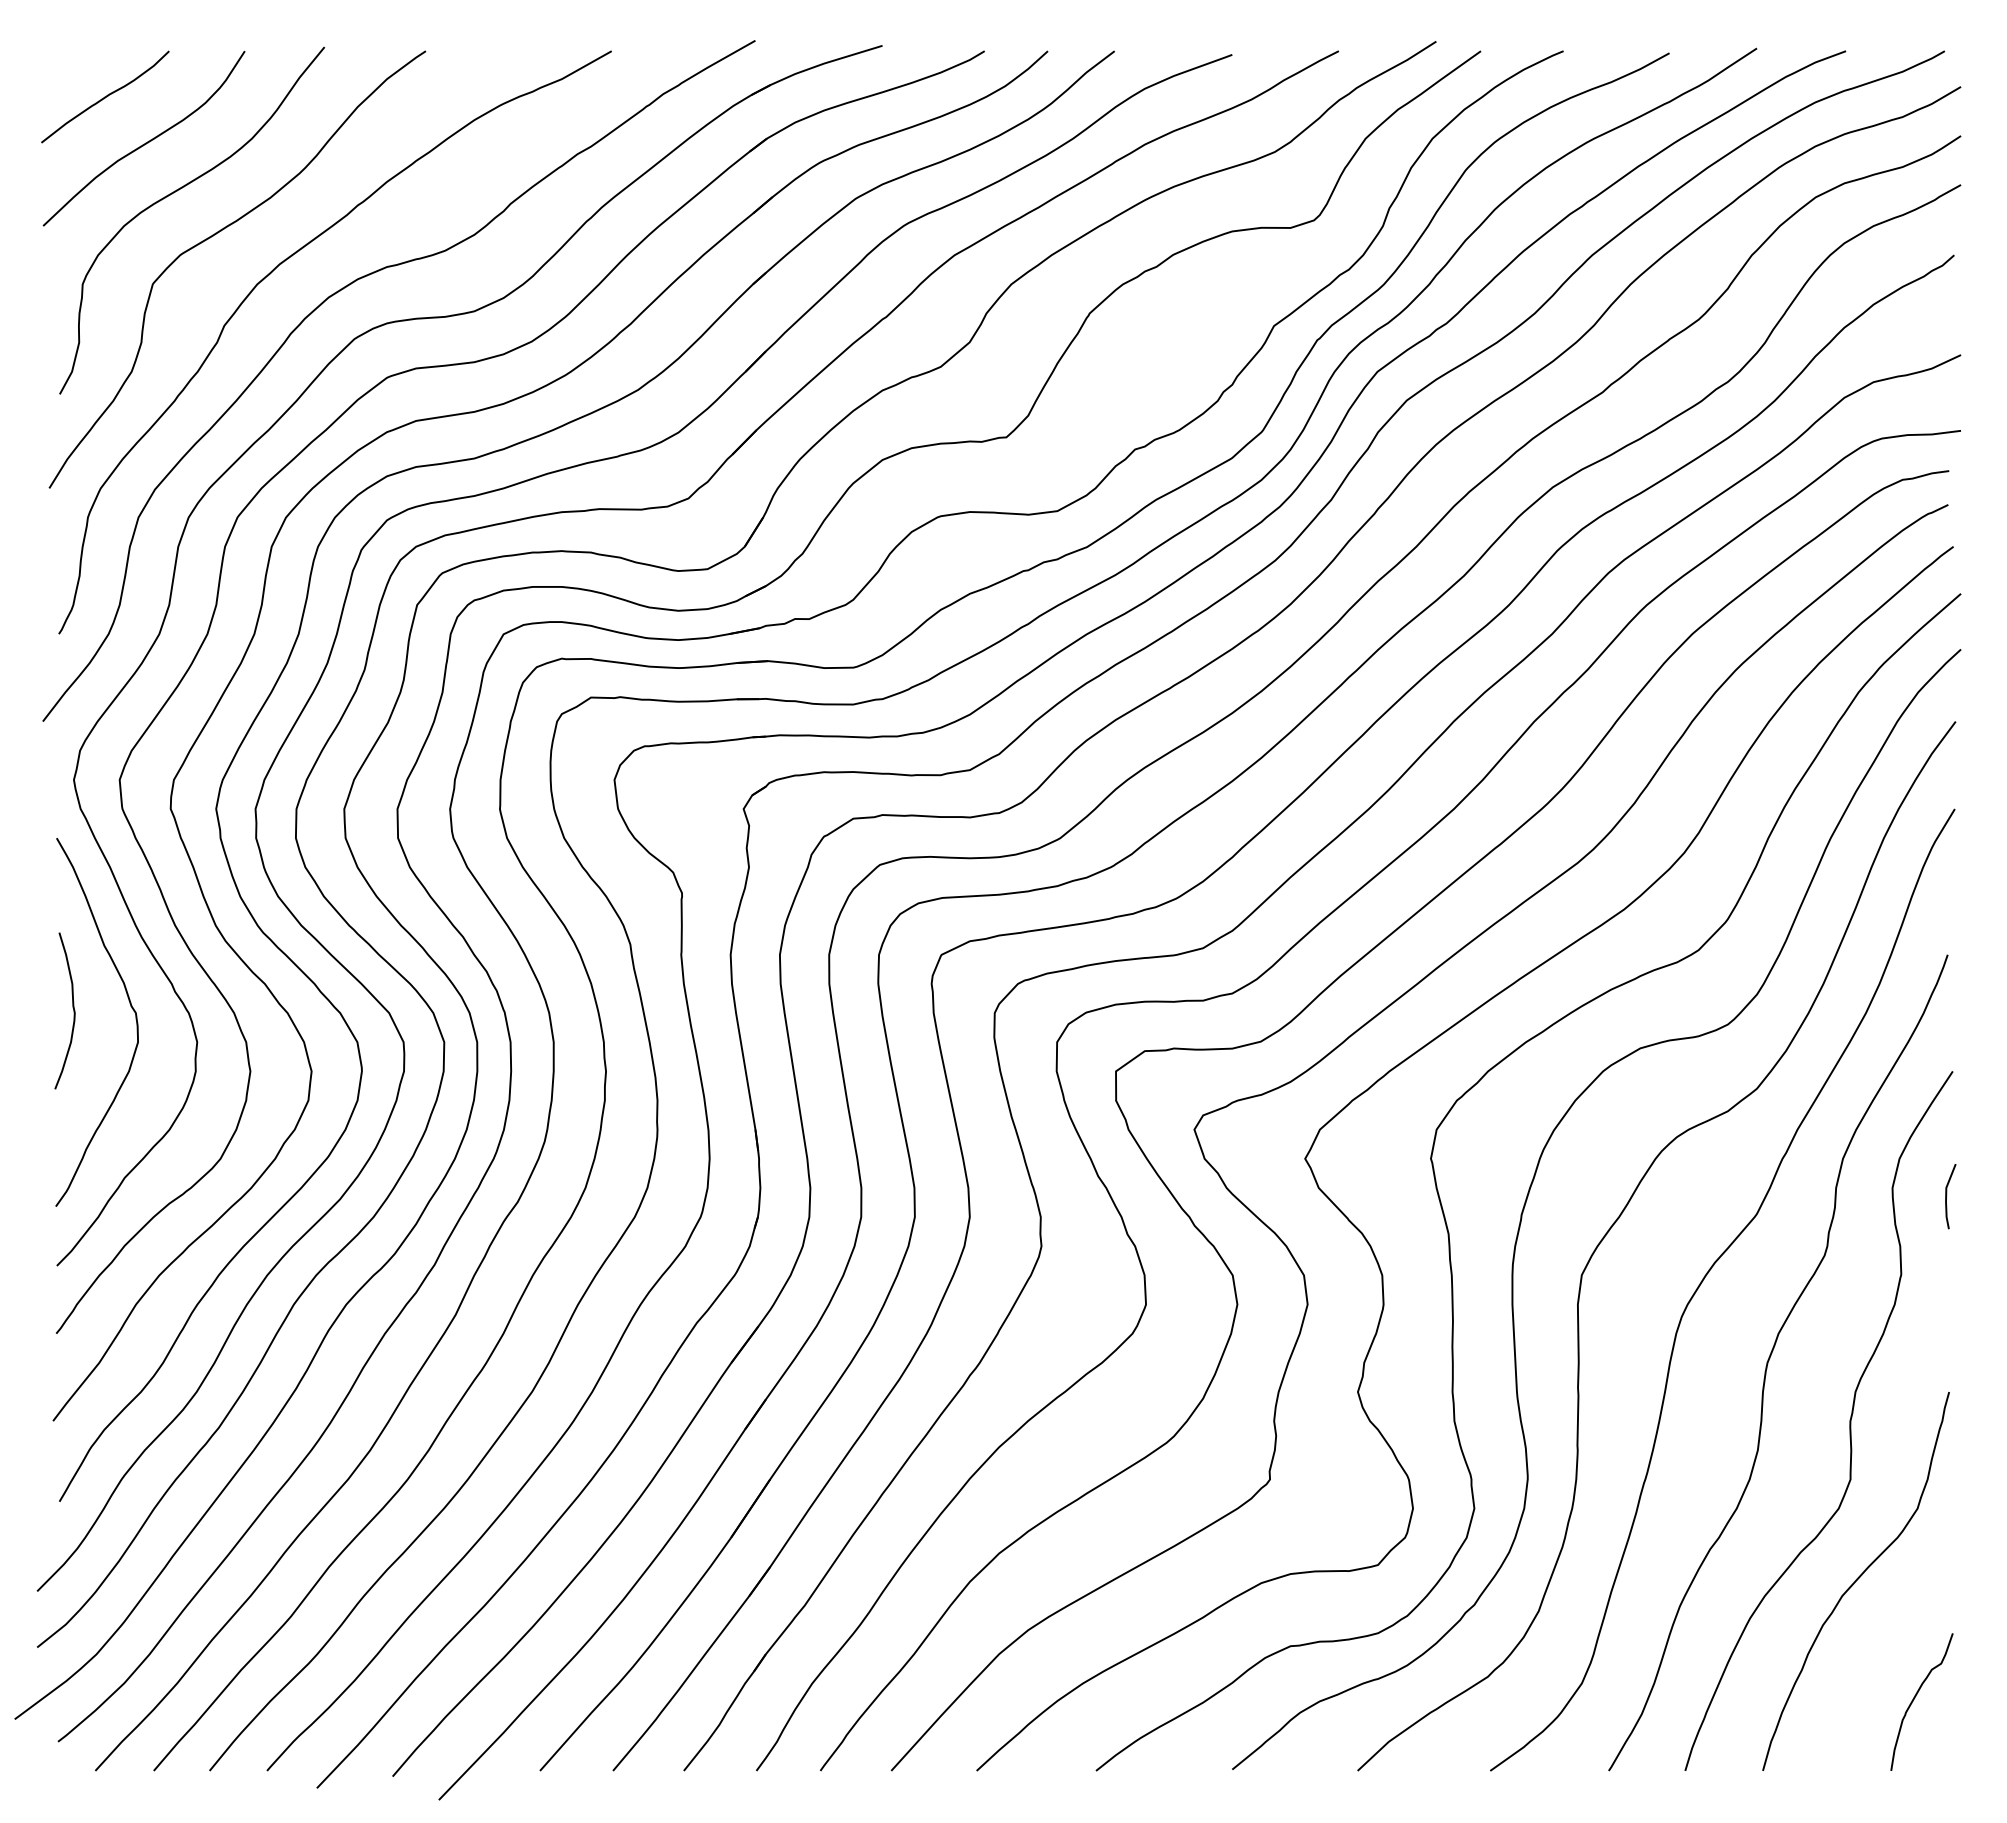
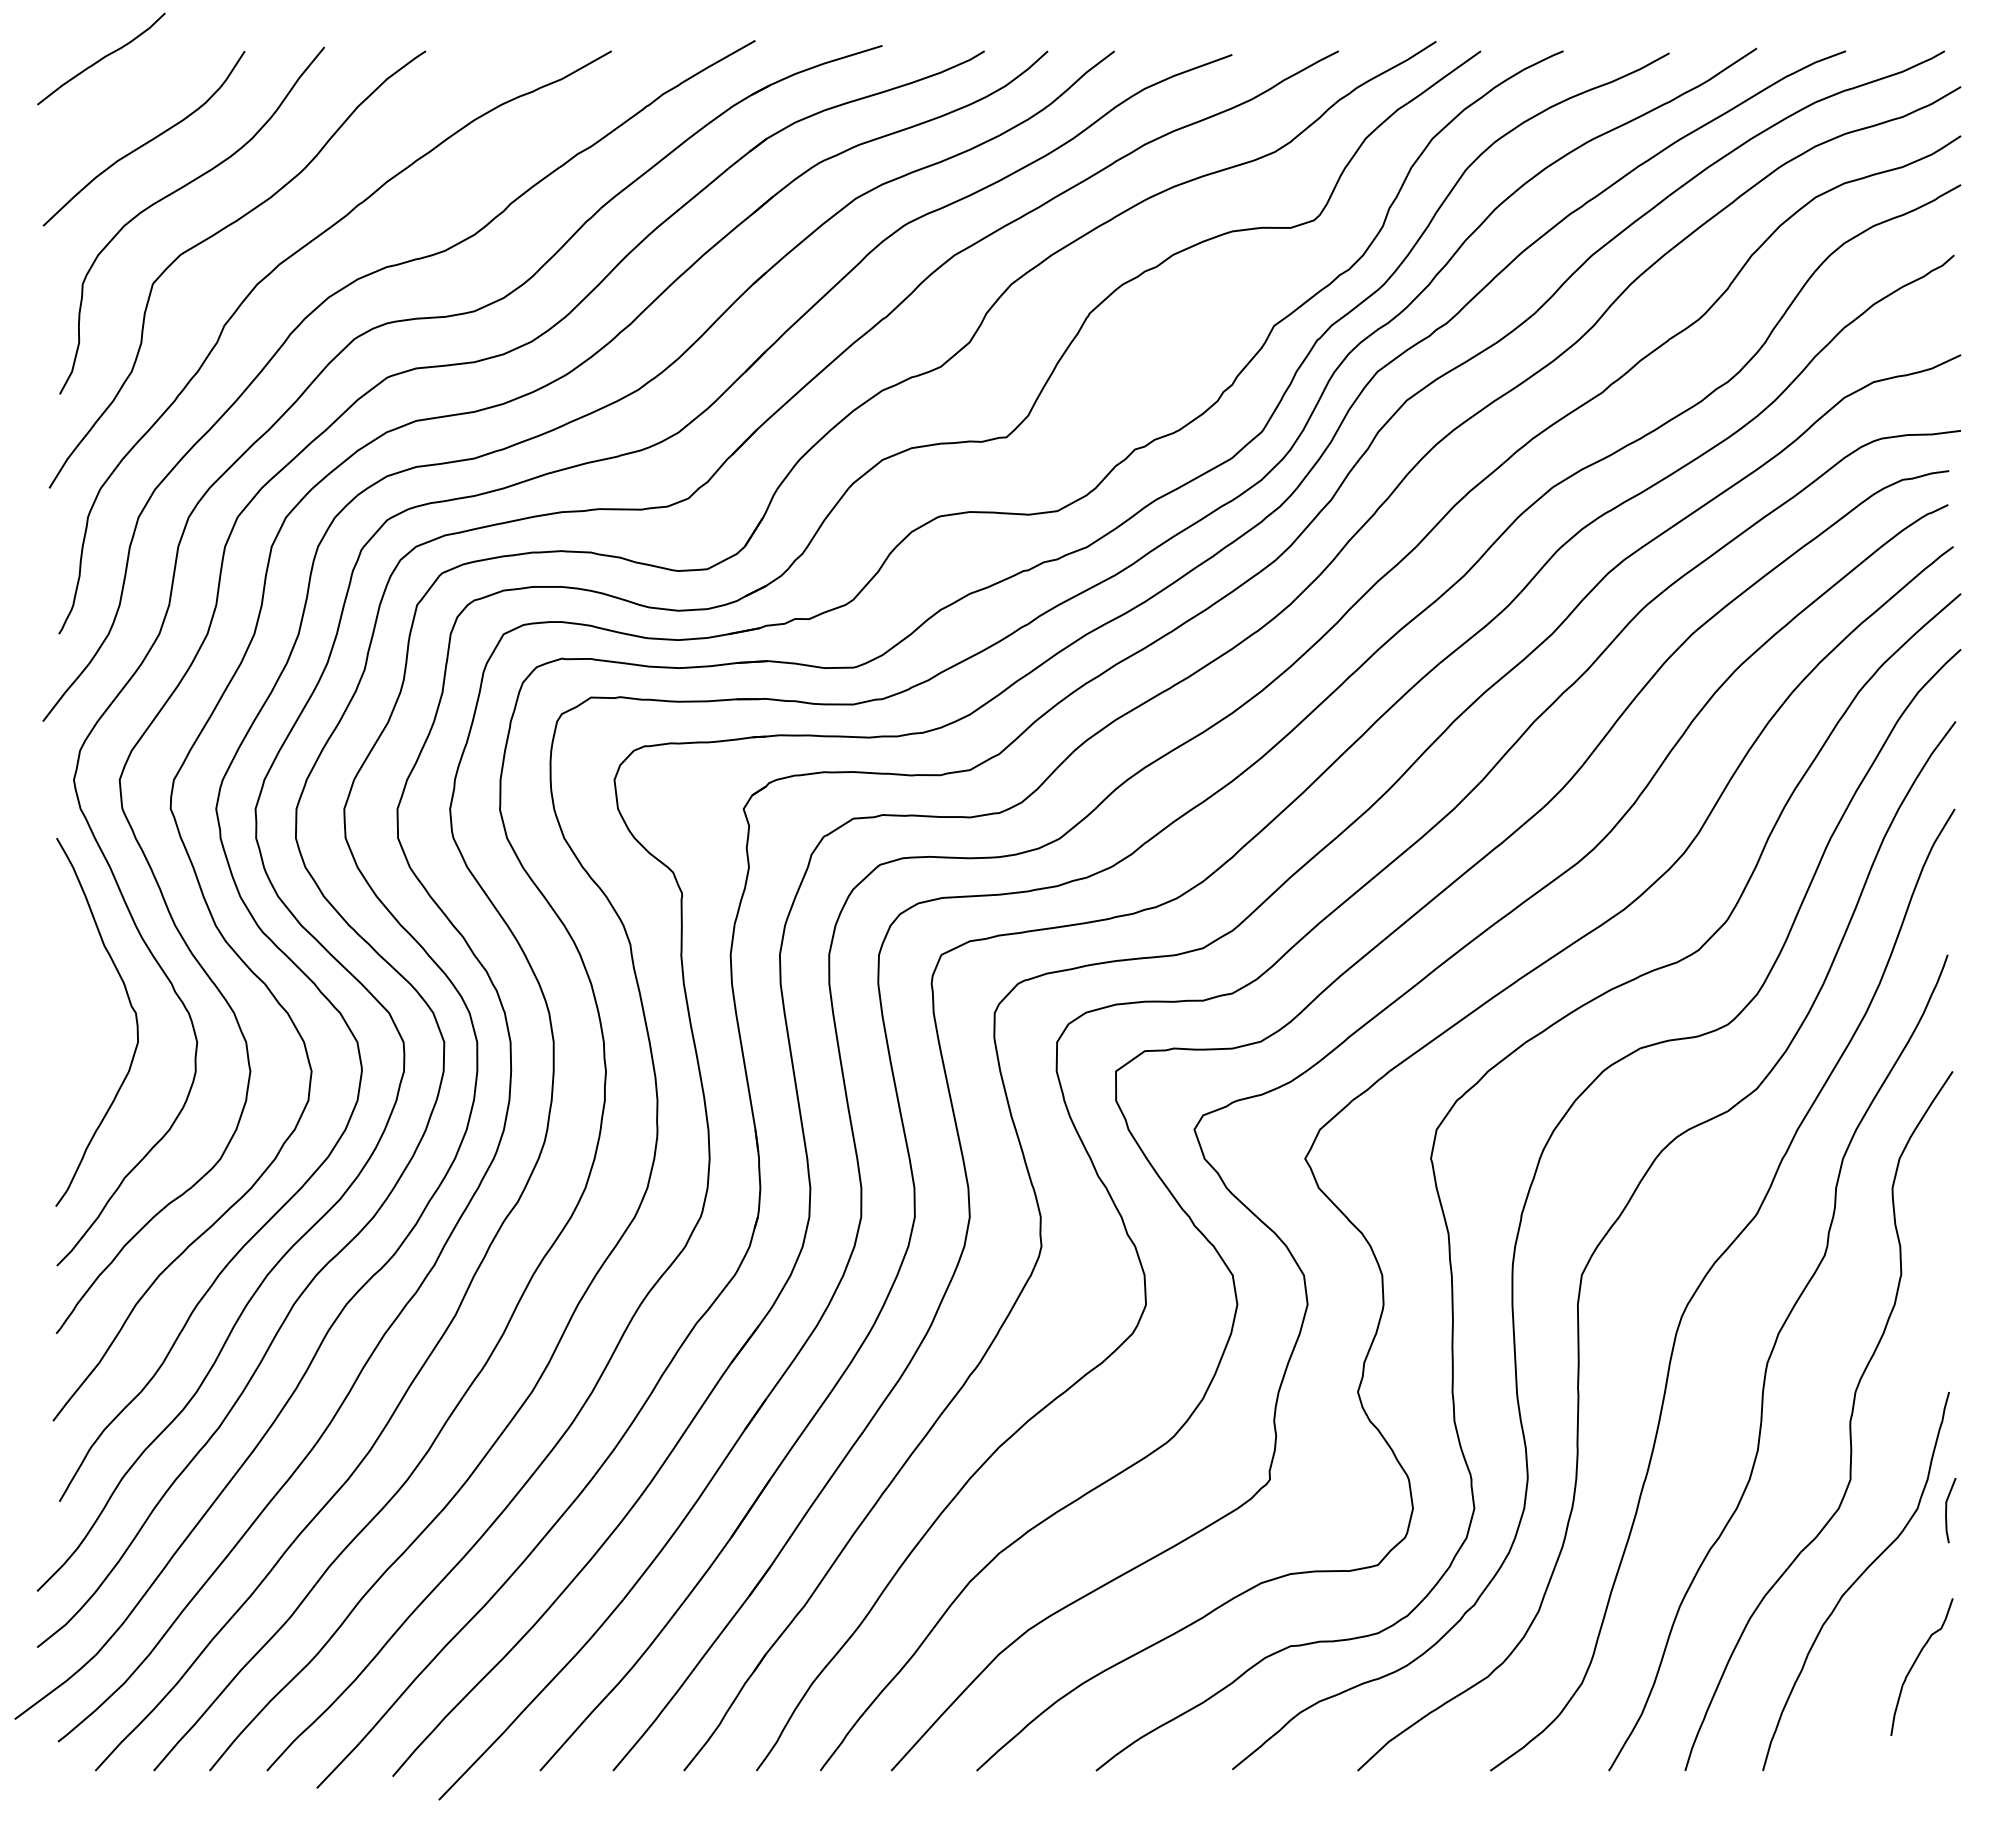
curve at (105, 96) position: (105, 96) -> (101, 58)
curve at (72, 1007): present -> none
line at (1947, 1195) position: (1947, 1195) -> (1947, 1509)
curve at (1915, 1698) position: (1915, 1698) -> (1915, 1663)
